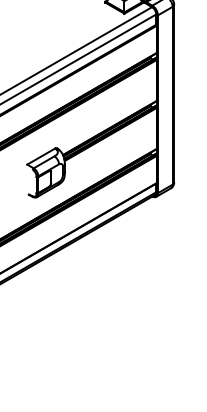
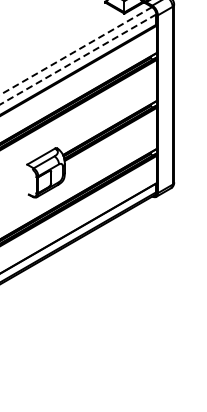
line at (75, 51): solid -> dashed
line at (78, 59): solid -> dashed
